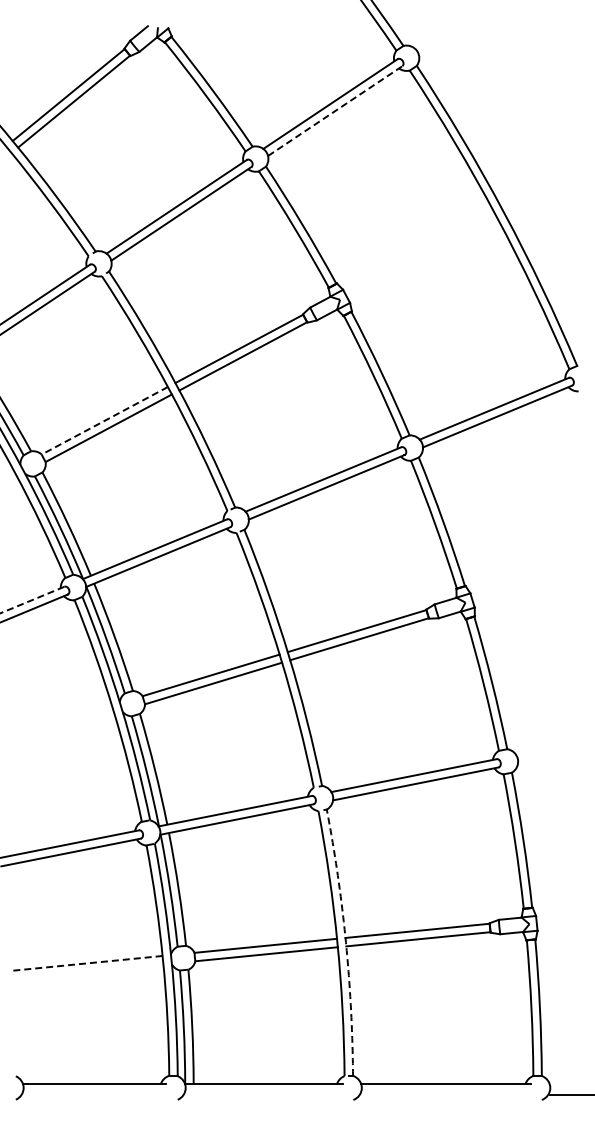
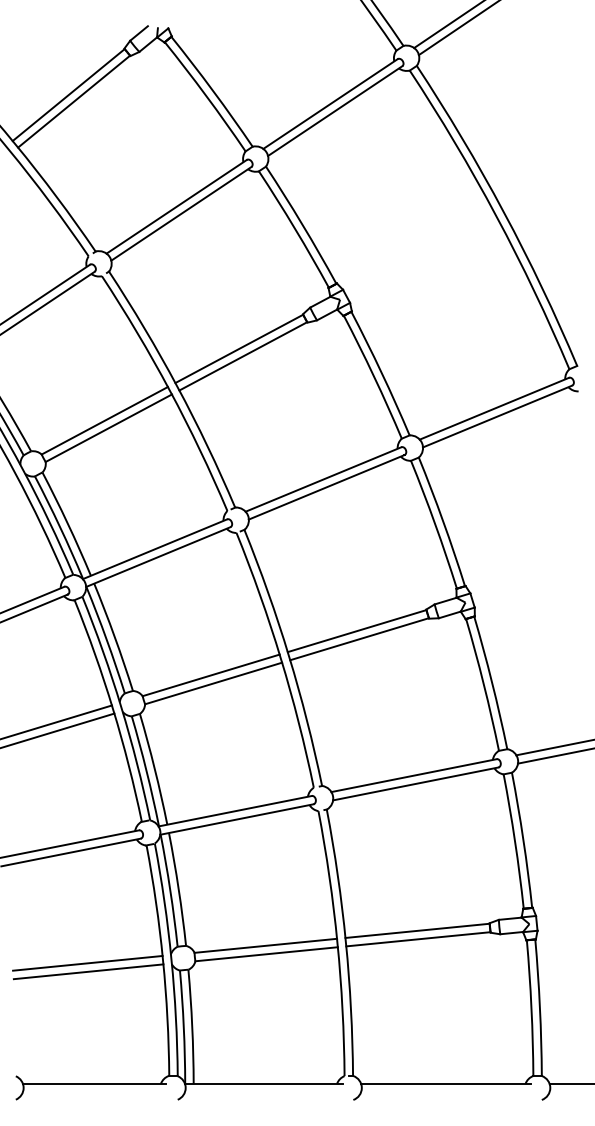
line at (447, 25): none -> present
line at (457, 28): none -> present
line at (335, 111): dashed -> solid
line at (104, 420): dashed -> solid
line at (31, 600): dashed -> solid
line at (56, 721): none -> present
line at (58, 730): none -> present
line at (553, 747): none -> present
line at (554, 755): none -> present
arc at (345, 942): dashed -> solid
line at (87, 963): dashed -> solid
line at (88, 971): none -> present
line at (570, 1094) position: (570, 1094) -> (570, 1083)
